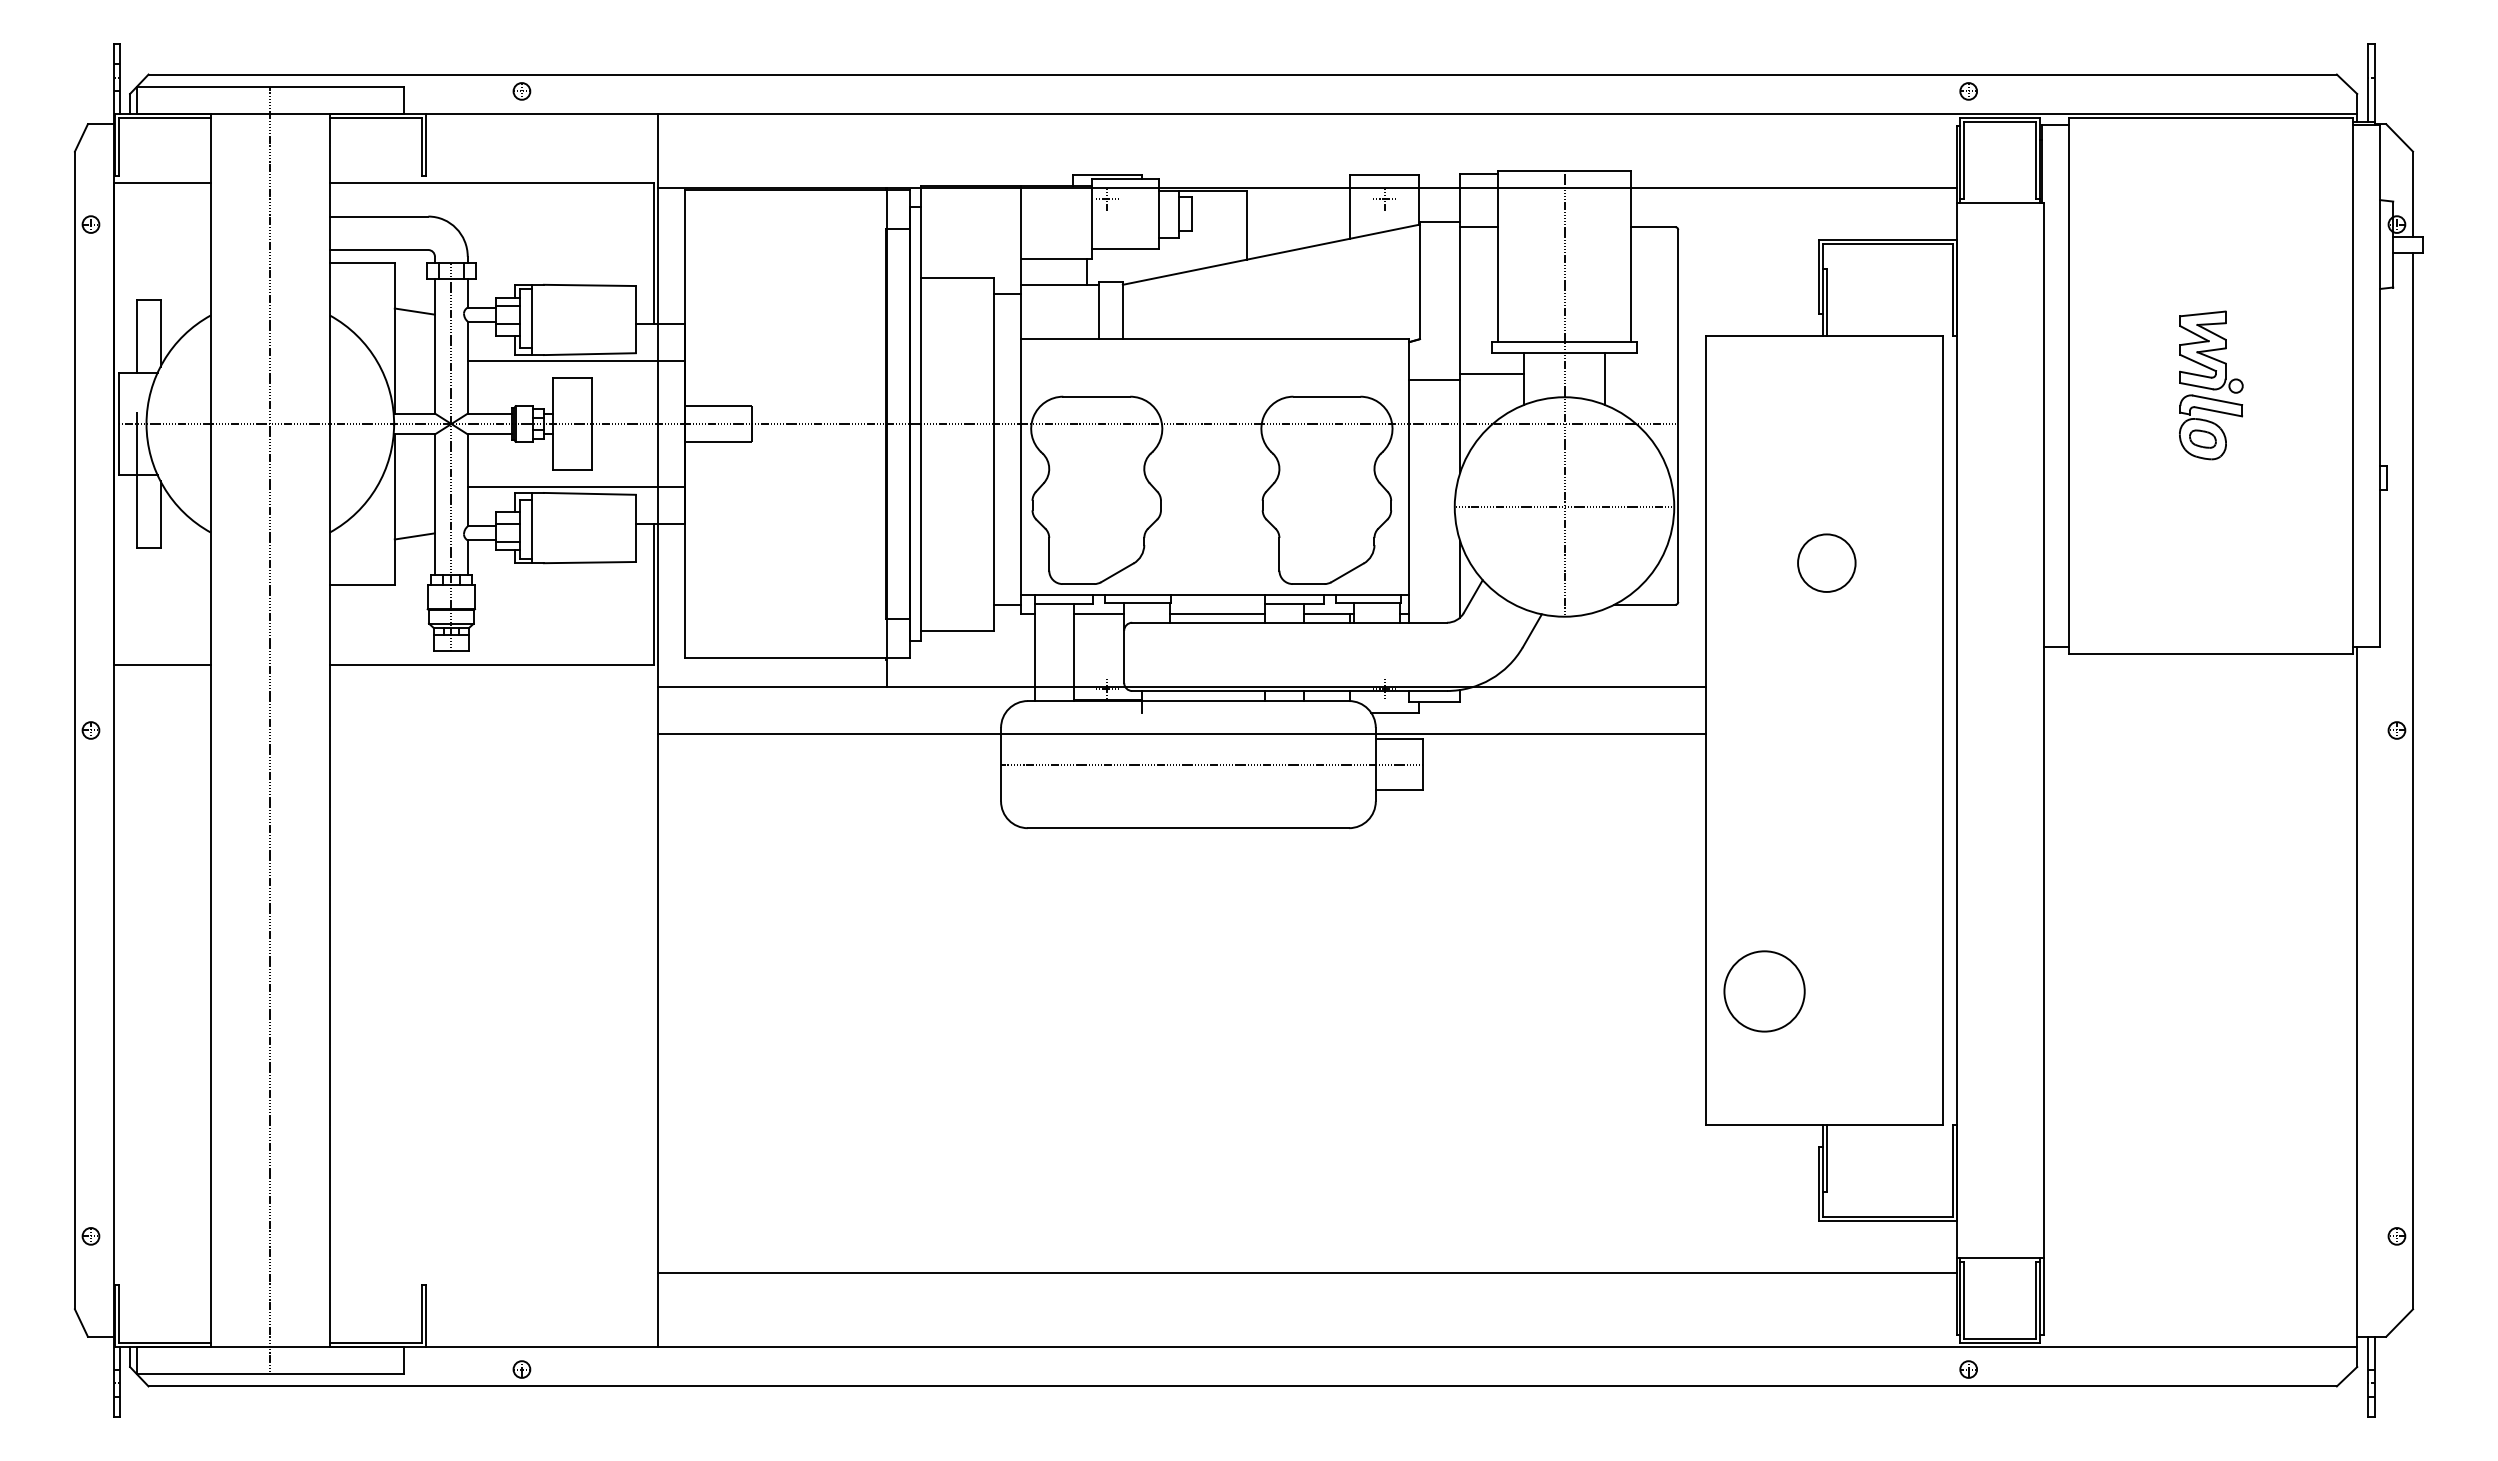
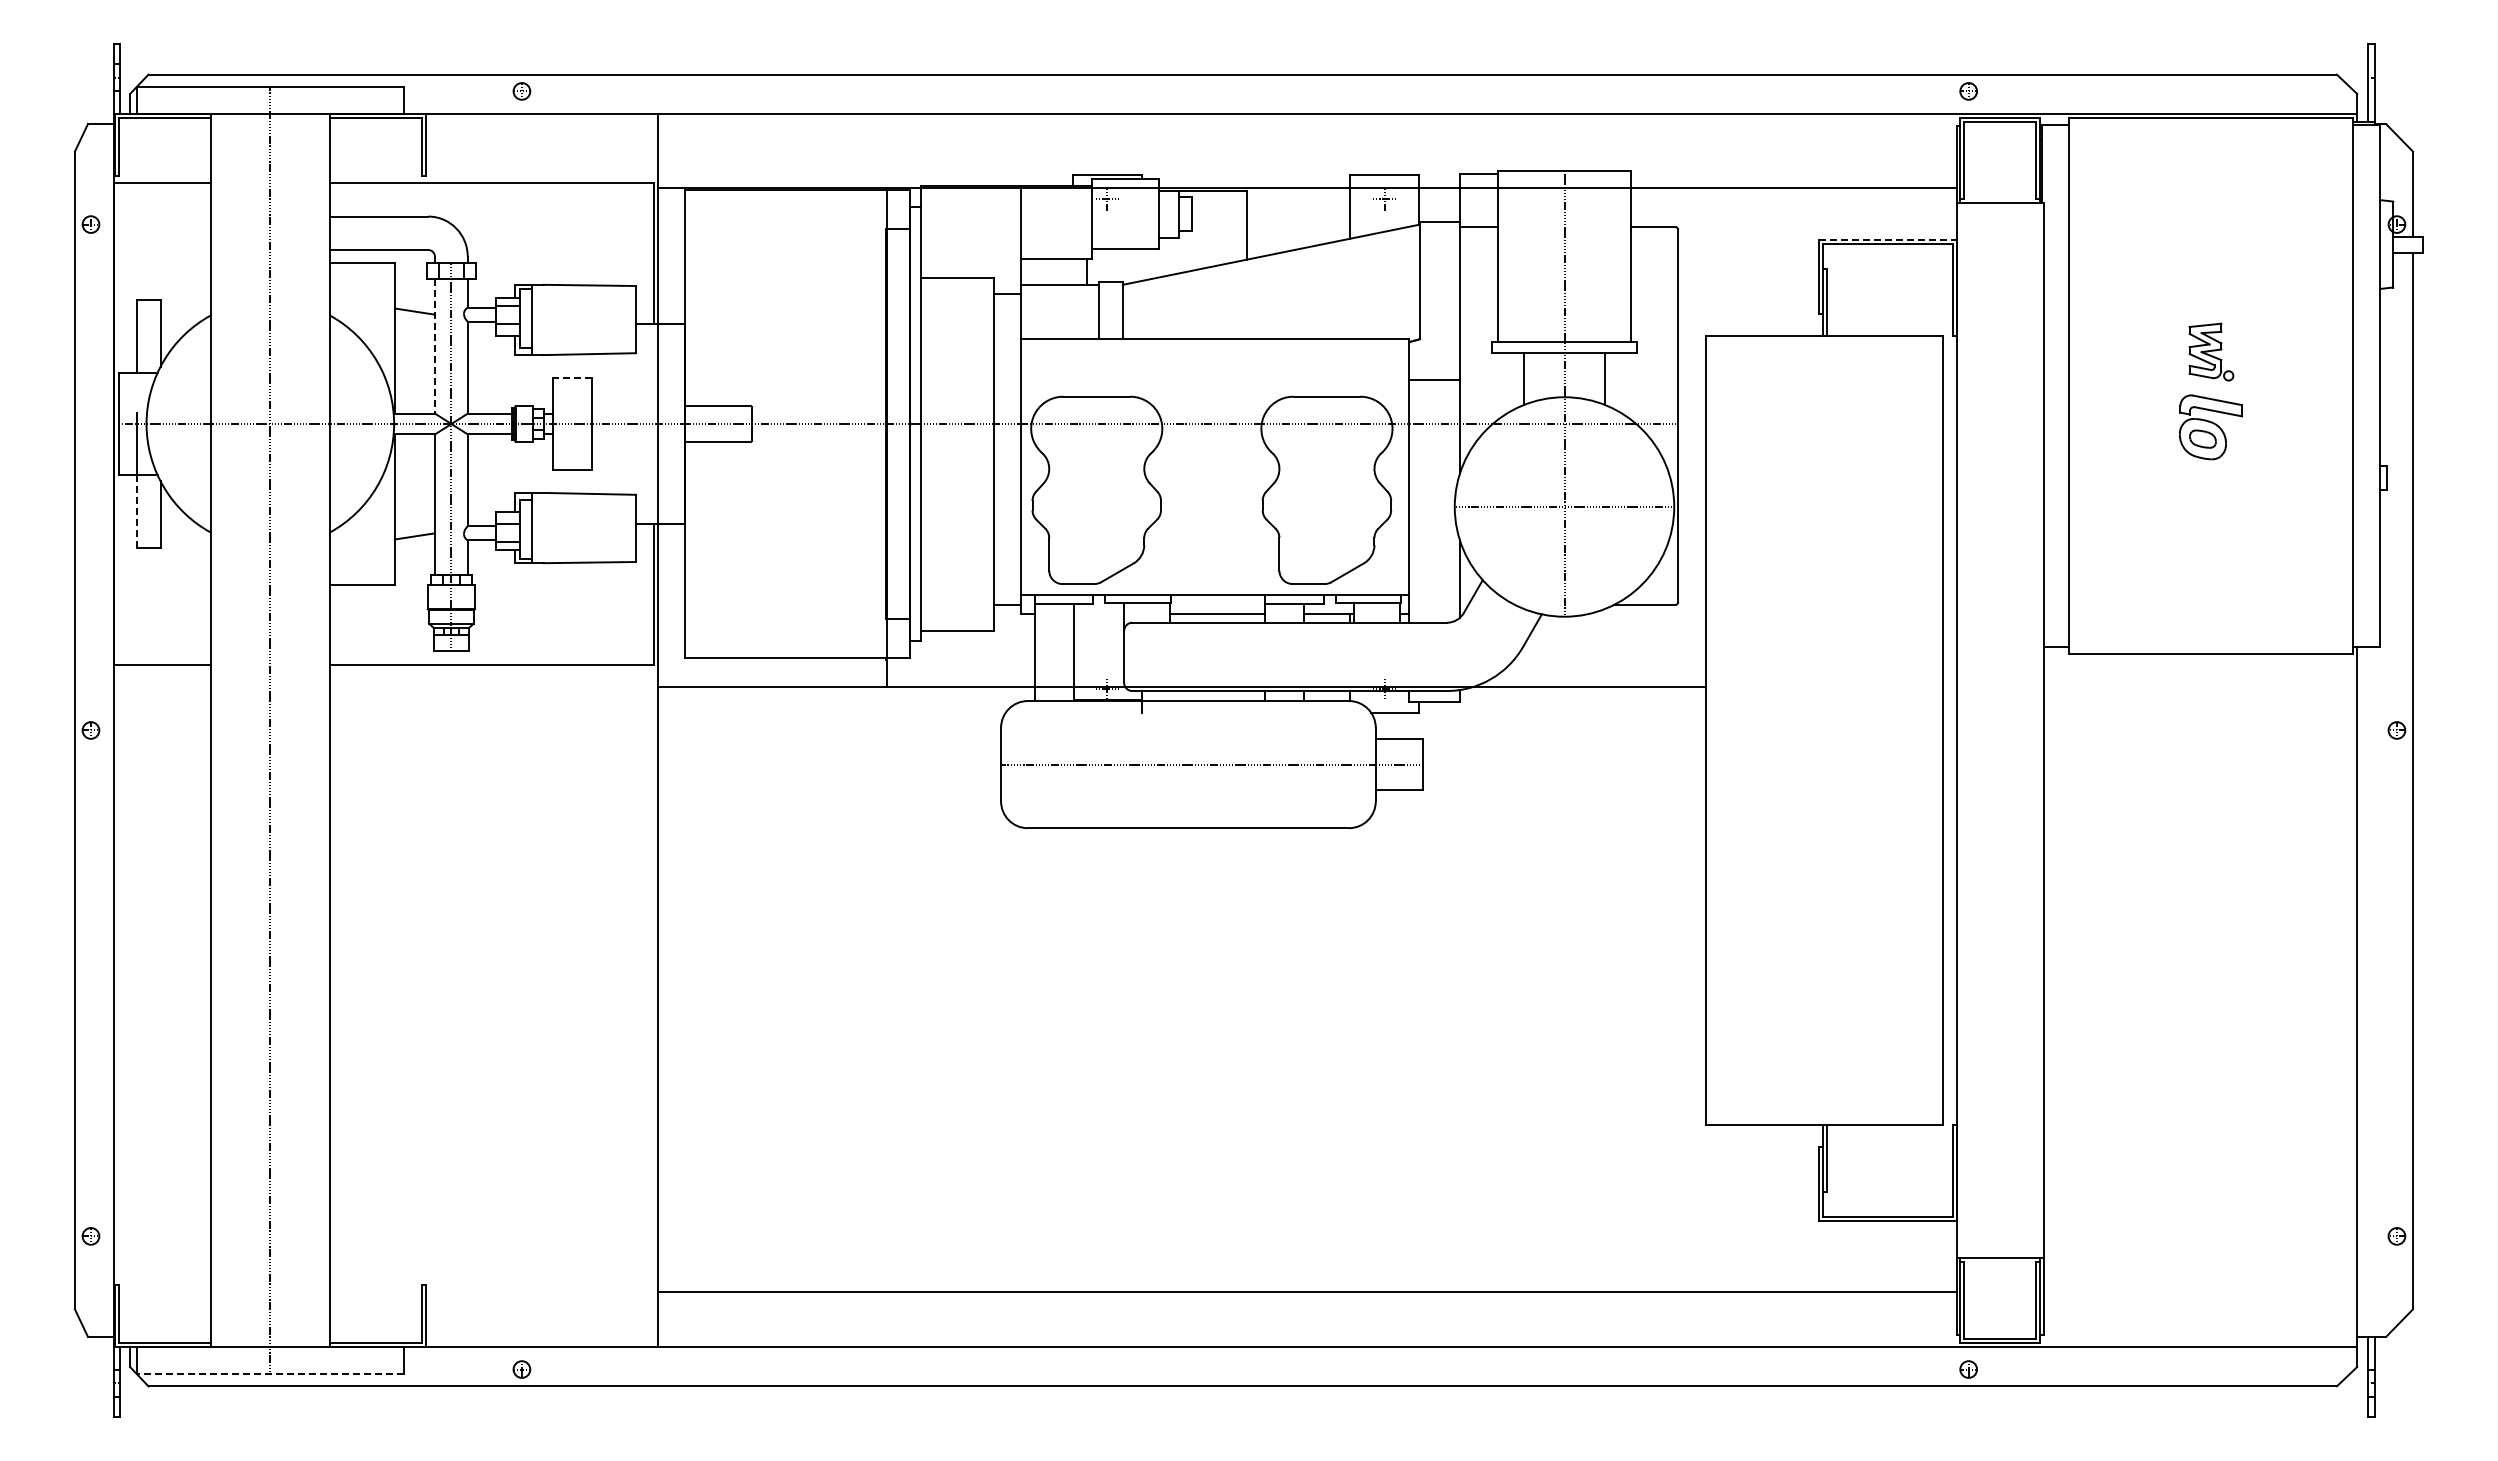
line at (1887, 239): solid -> dashed
line at (434, 346): solid -> dashed
part at (2211, 351) size: 65x84 px -> 47x60 px
line at (576, 360): present -> none
line at (1492, 374): present -> none
line at (571, 377): solid -> dashed
line at (576, 487): present -> none
line at (136, 511): solid -> dashed
circle at (1826, 562): present -> none
line at (1099, 614): present -> none
line at (1182, 733): present -> none
circle at (1764, 991): present -> none
line at (1307, 1273) position: (1307, 1273) -> (1307, 1292)
line at (270, 1373): solid -> dashed
